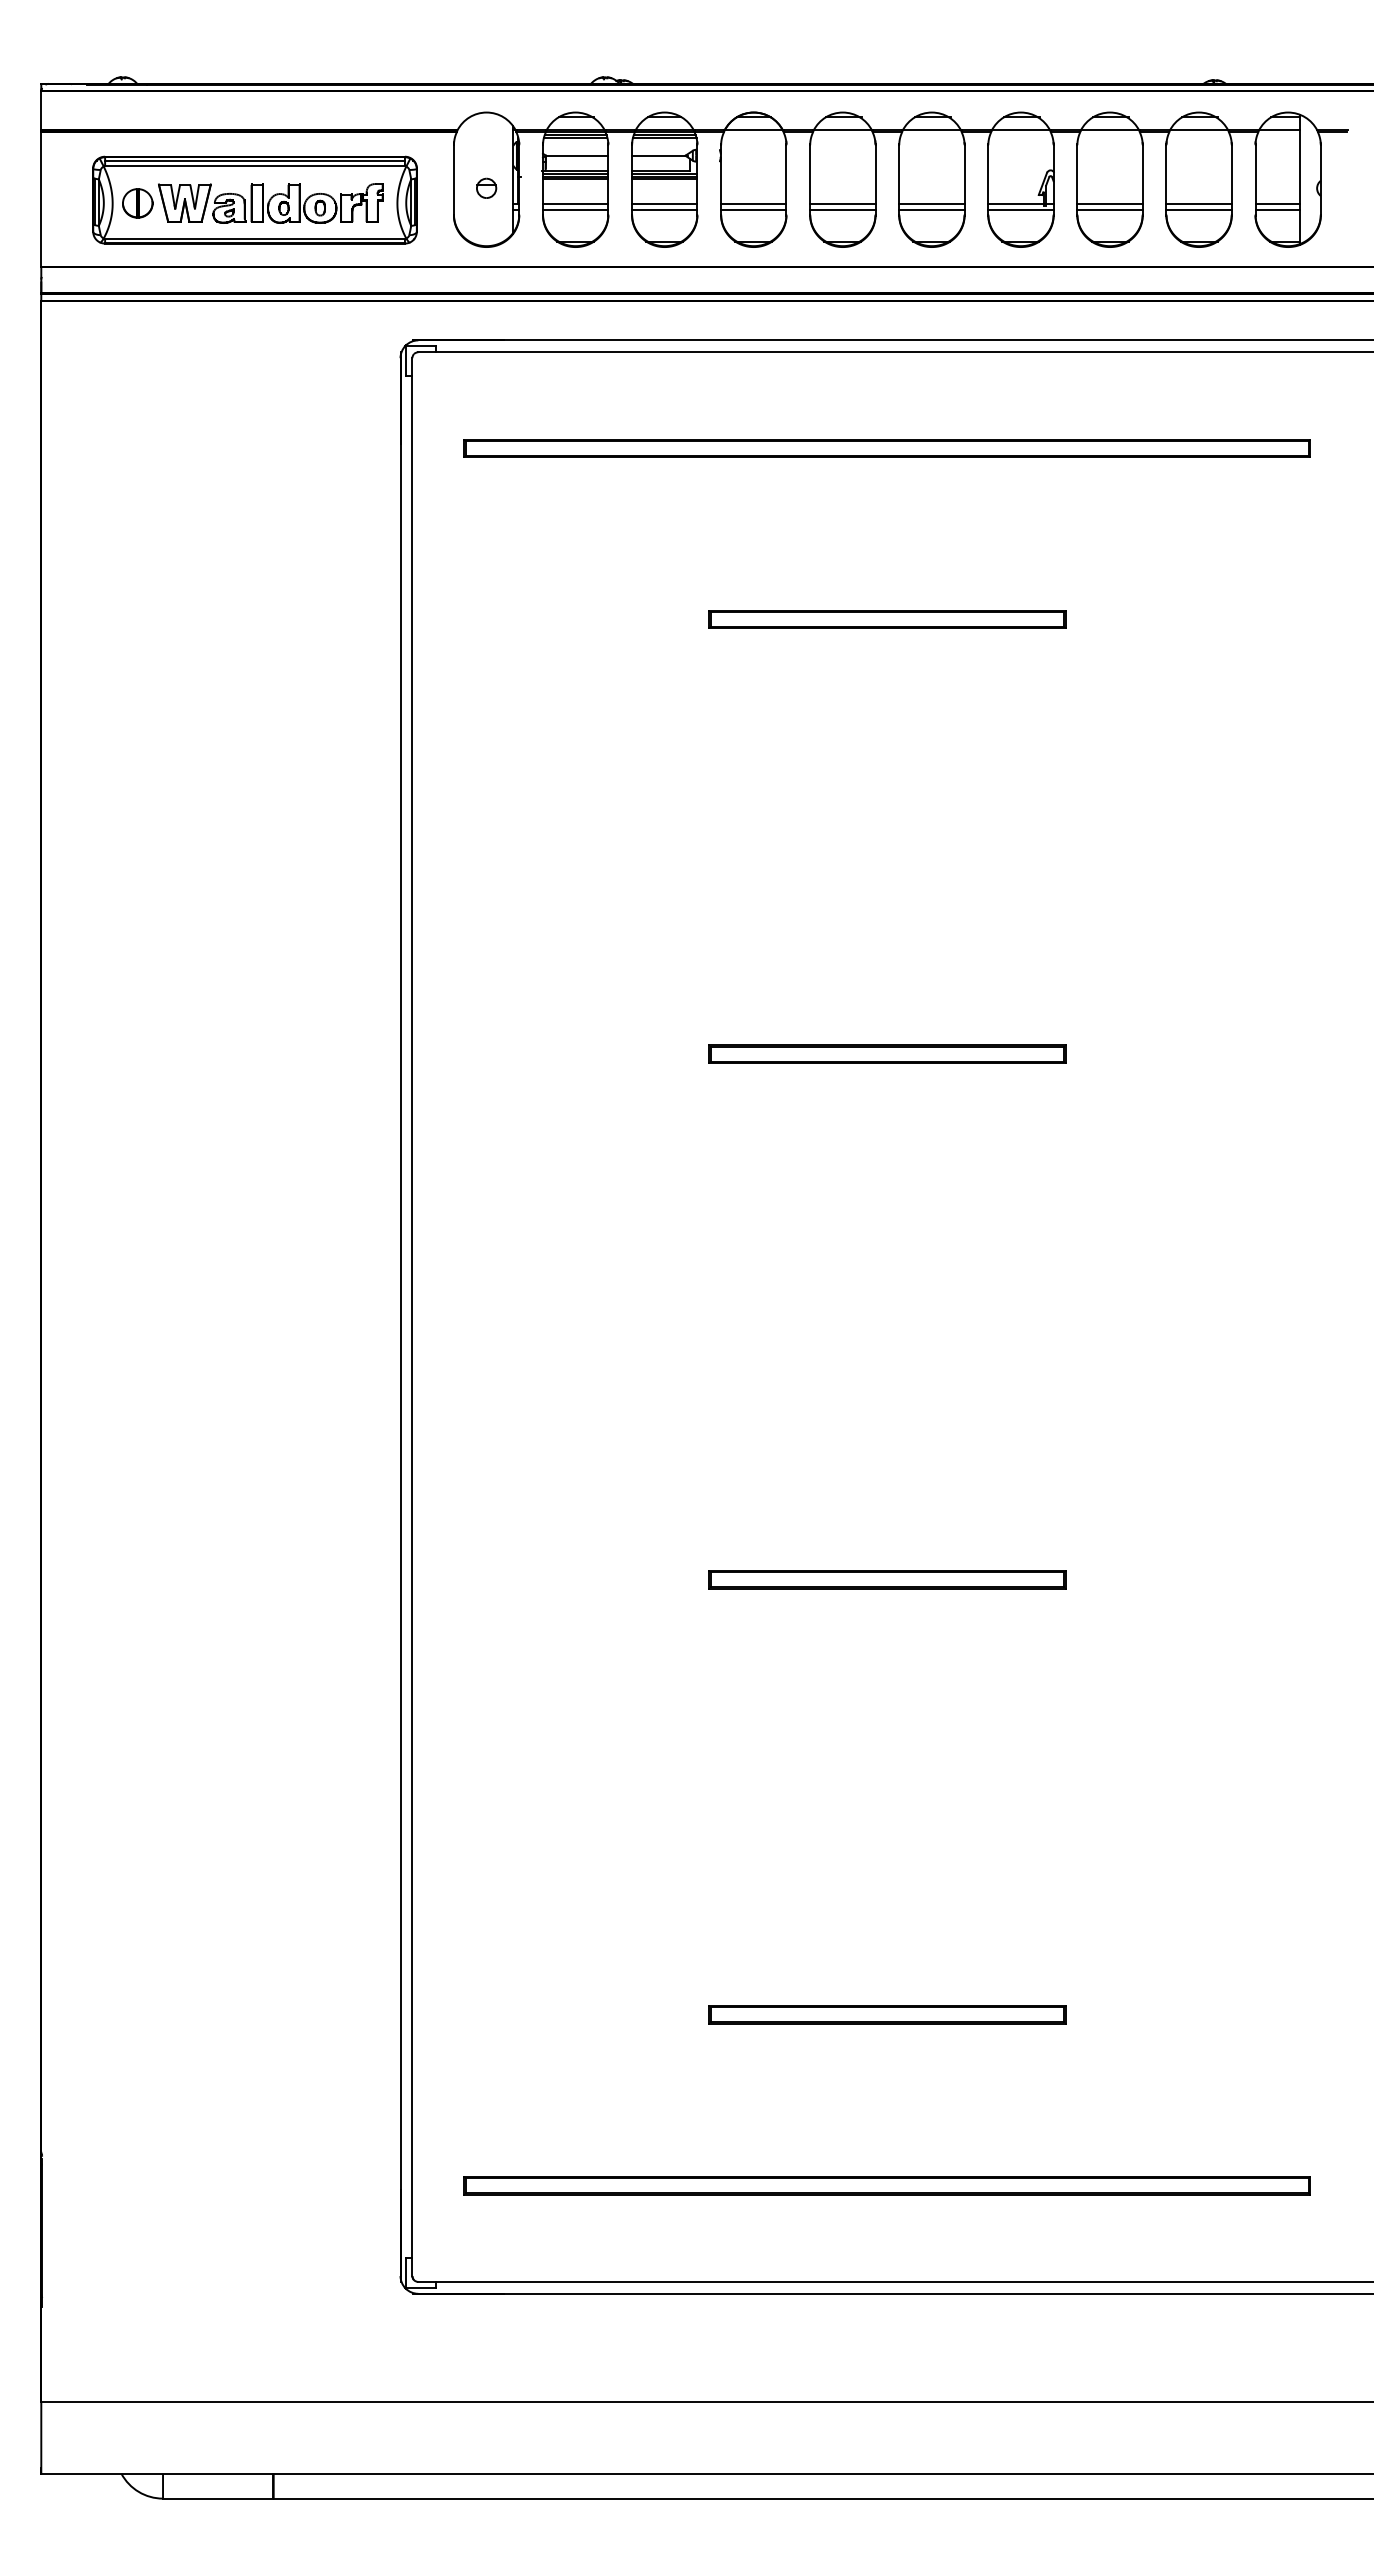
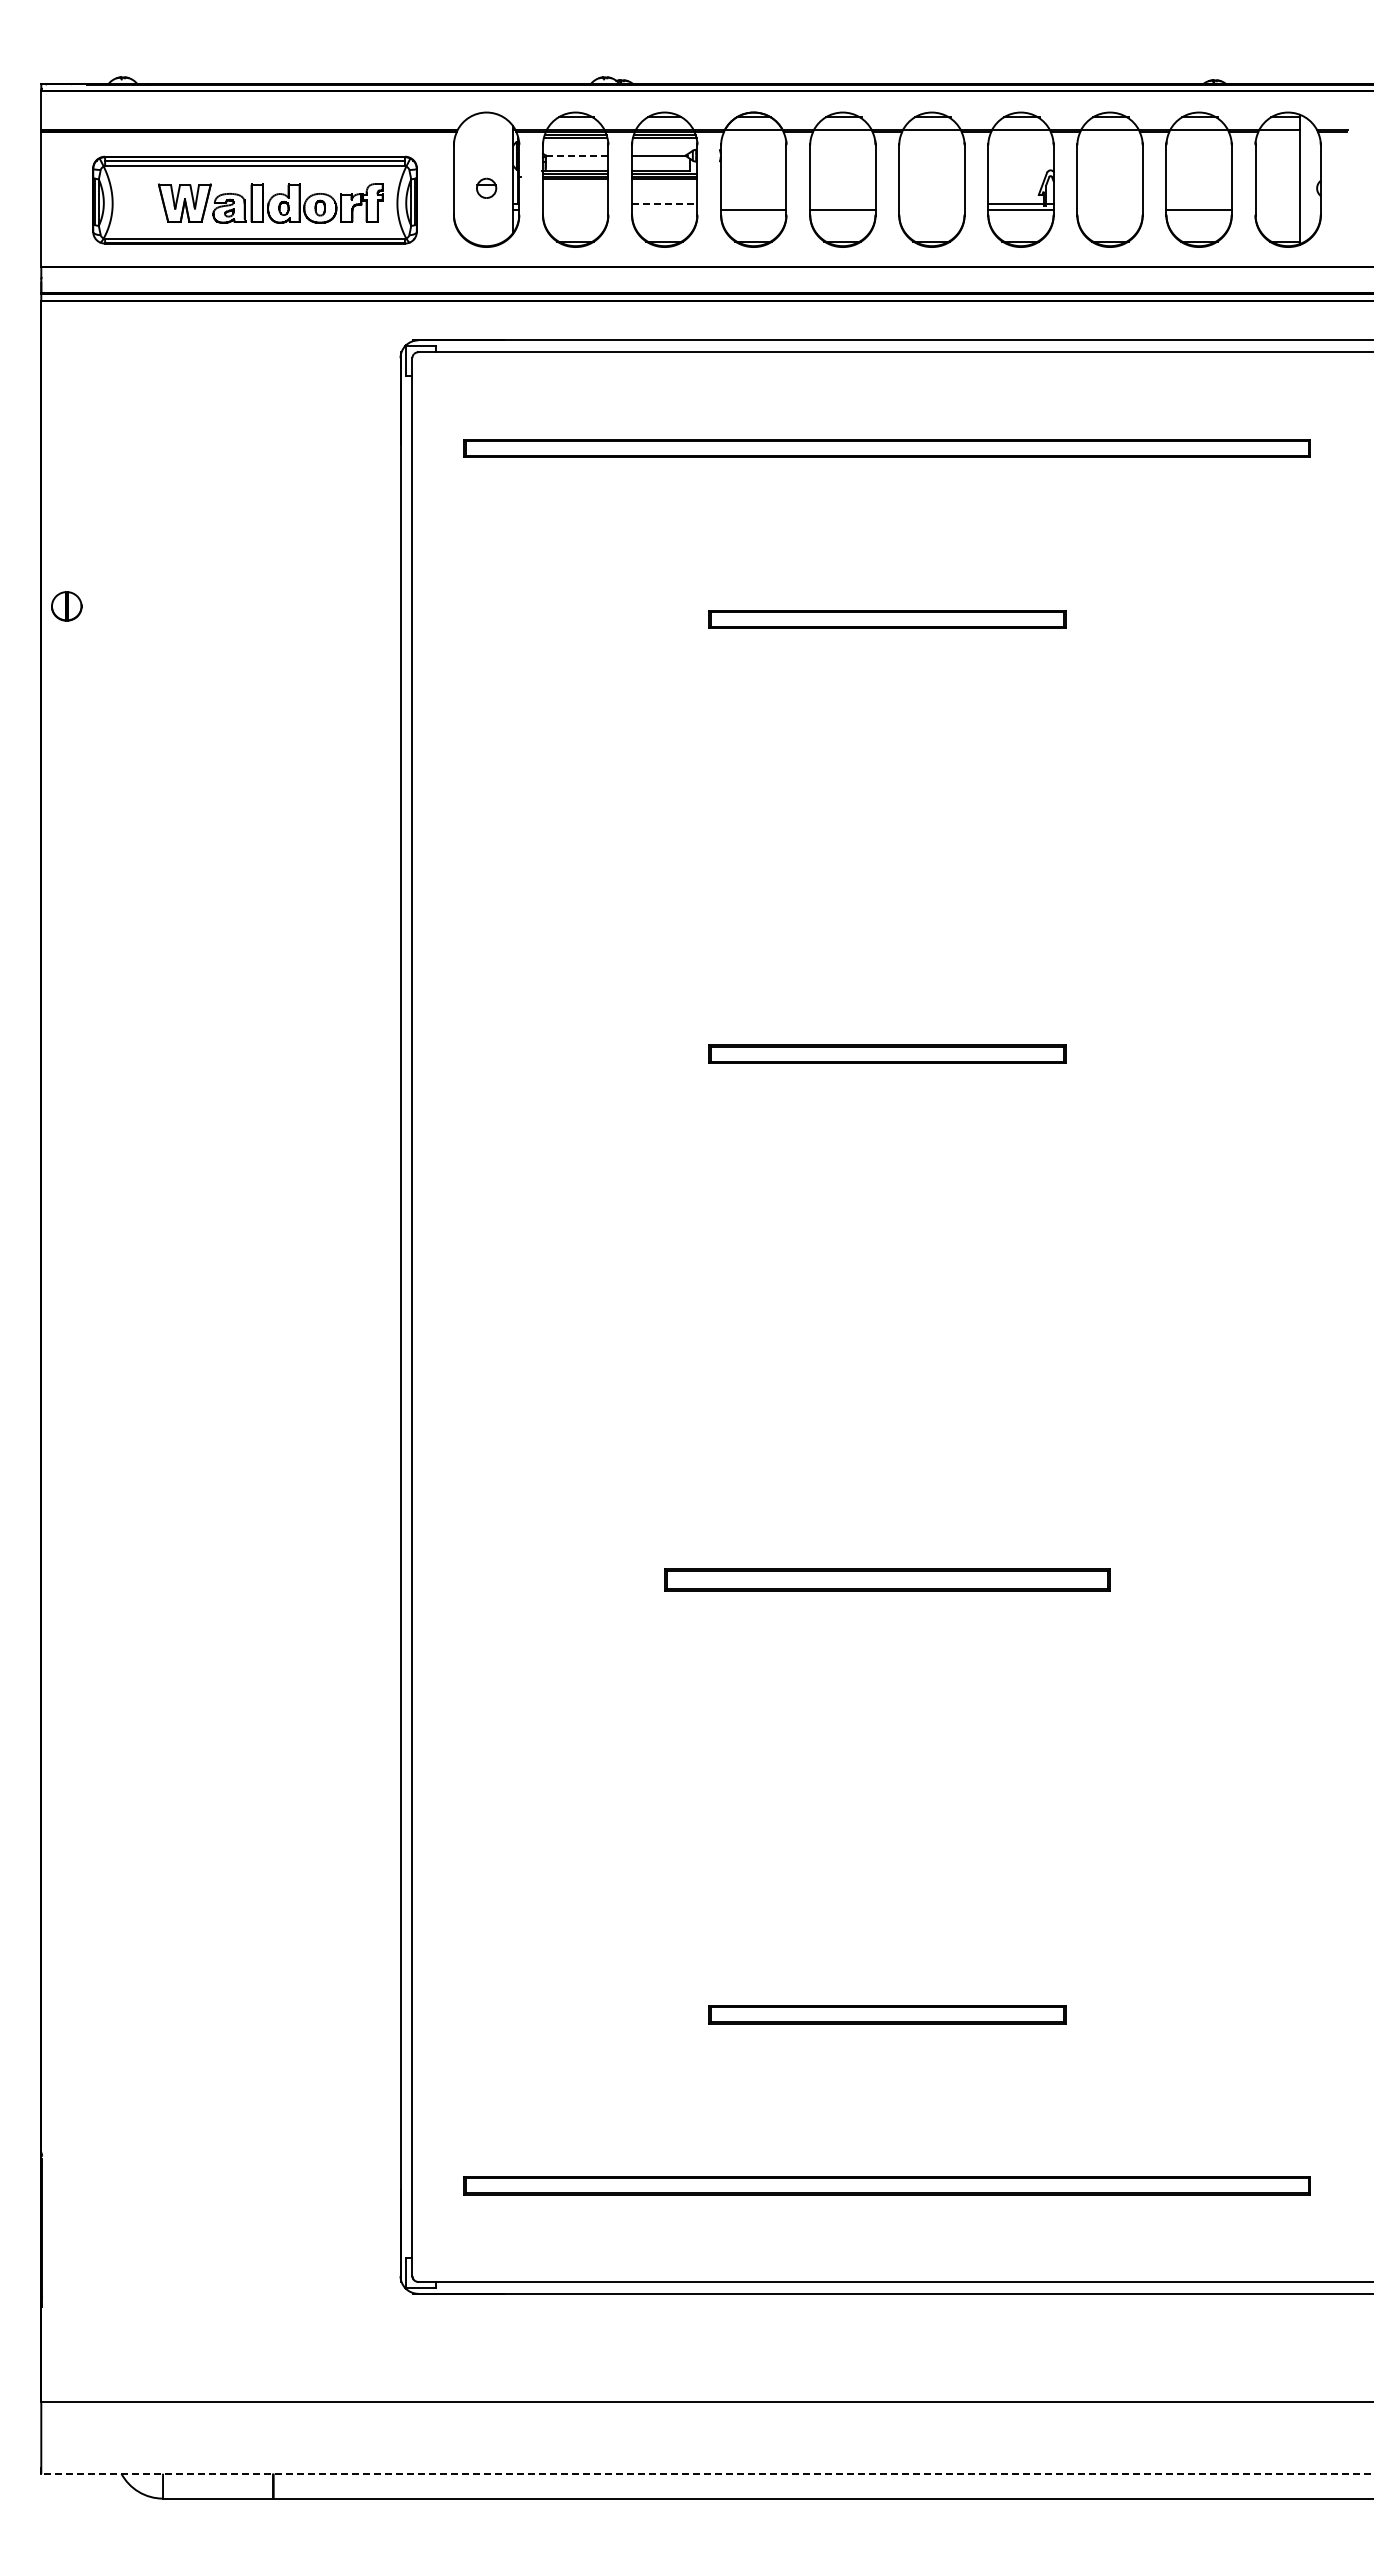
line at (577, 155): solid -> dashed
part at (137, 203) position: (137, 203) -> (66, 606)
line at (575, 204): present -> none
line at (664, 204): solid -> dashed
line at (753, 204): present -> none
line at (842, 204): present -> none
line at (931, 204): present -> none
line at (1109, 204): present -> none
line at (1198, 204): present -> none
line at (1277, 204): present -> none
line at (575, 210): present -> none
line at (664, 210): present -> none
line at (931, 210): present -> none
line at (1109, 210): present -> none
line at (1277, 210): present -> none
part at (887, 1579) size: 359x20 px -> 447x24 px
line at (707, 2473): solid -> dashed
